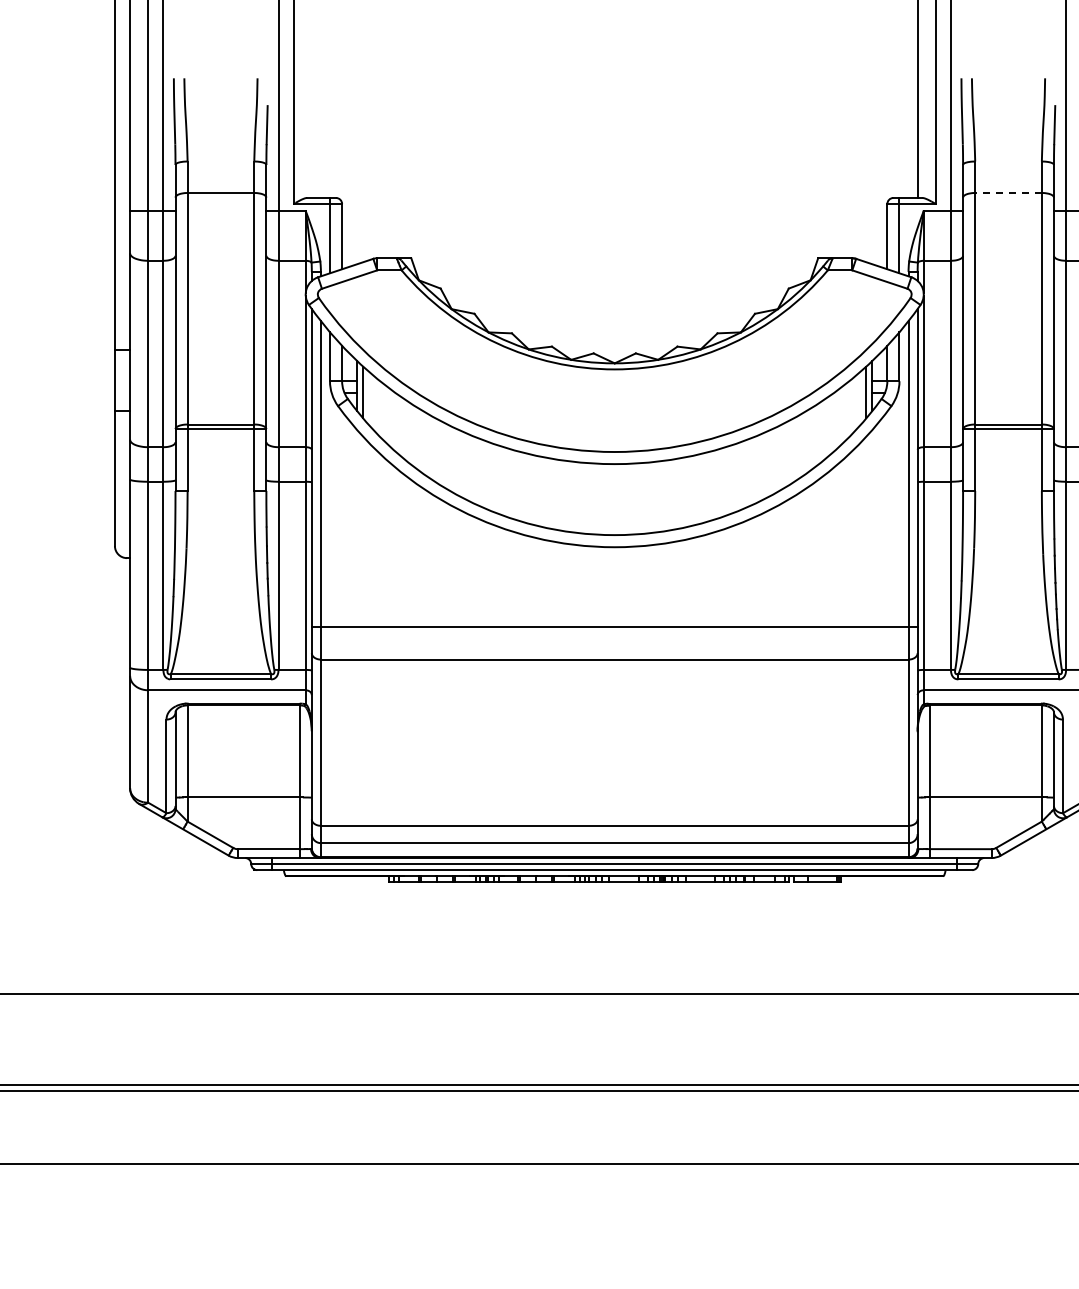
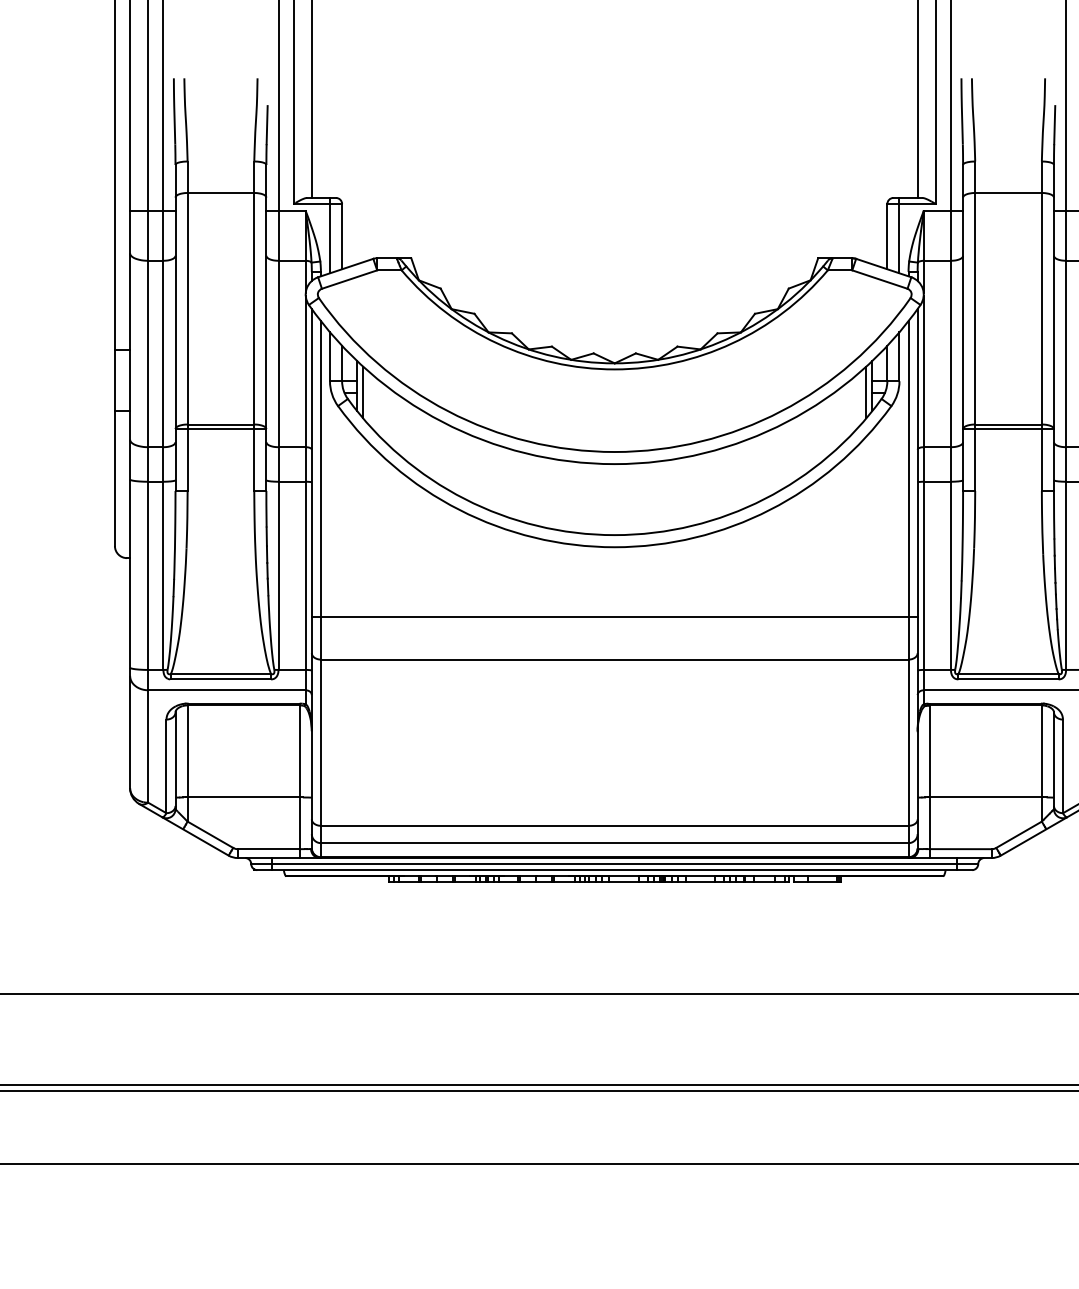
line at (311, 99): none -> present
line at (1008, 193): dashed -> solid
line at (614, 626) position: (614, 626) -> (614, 616)
